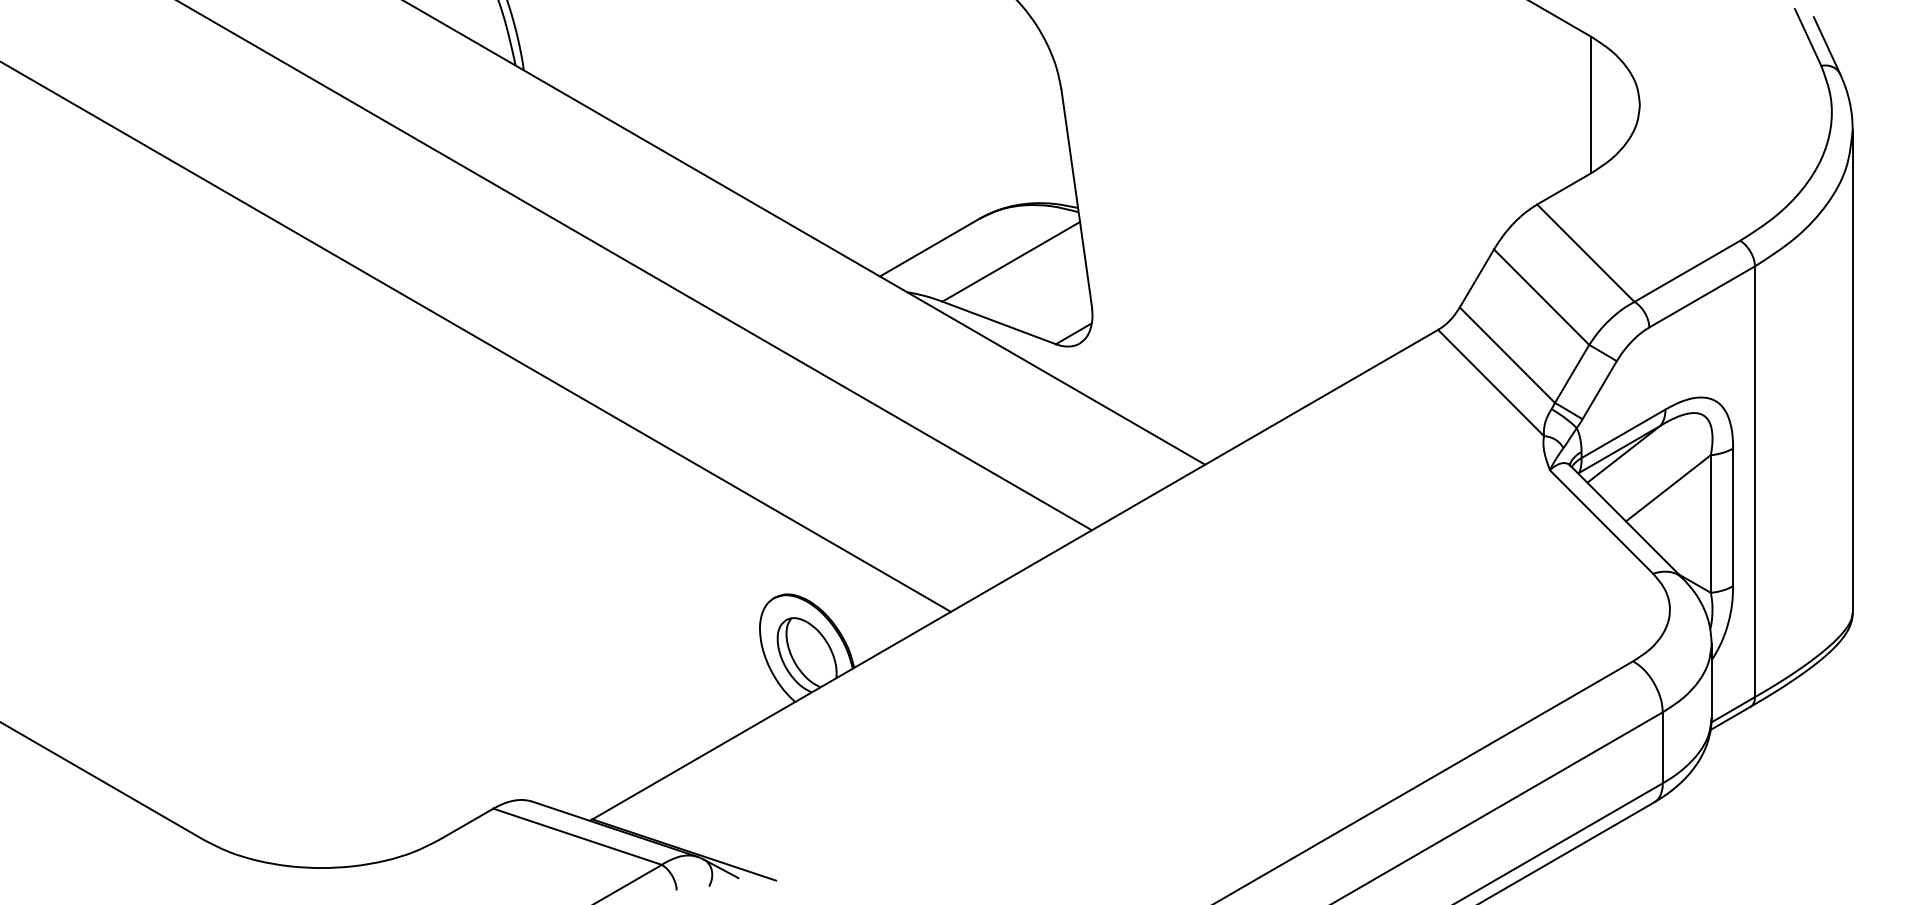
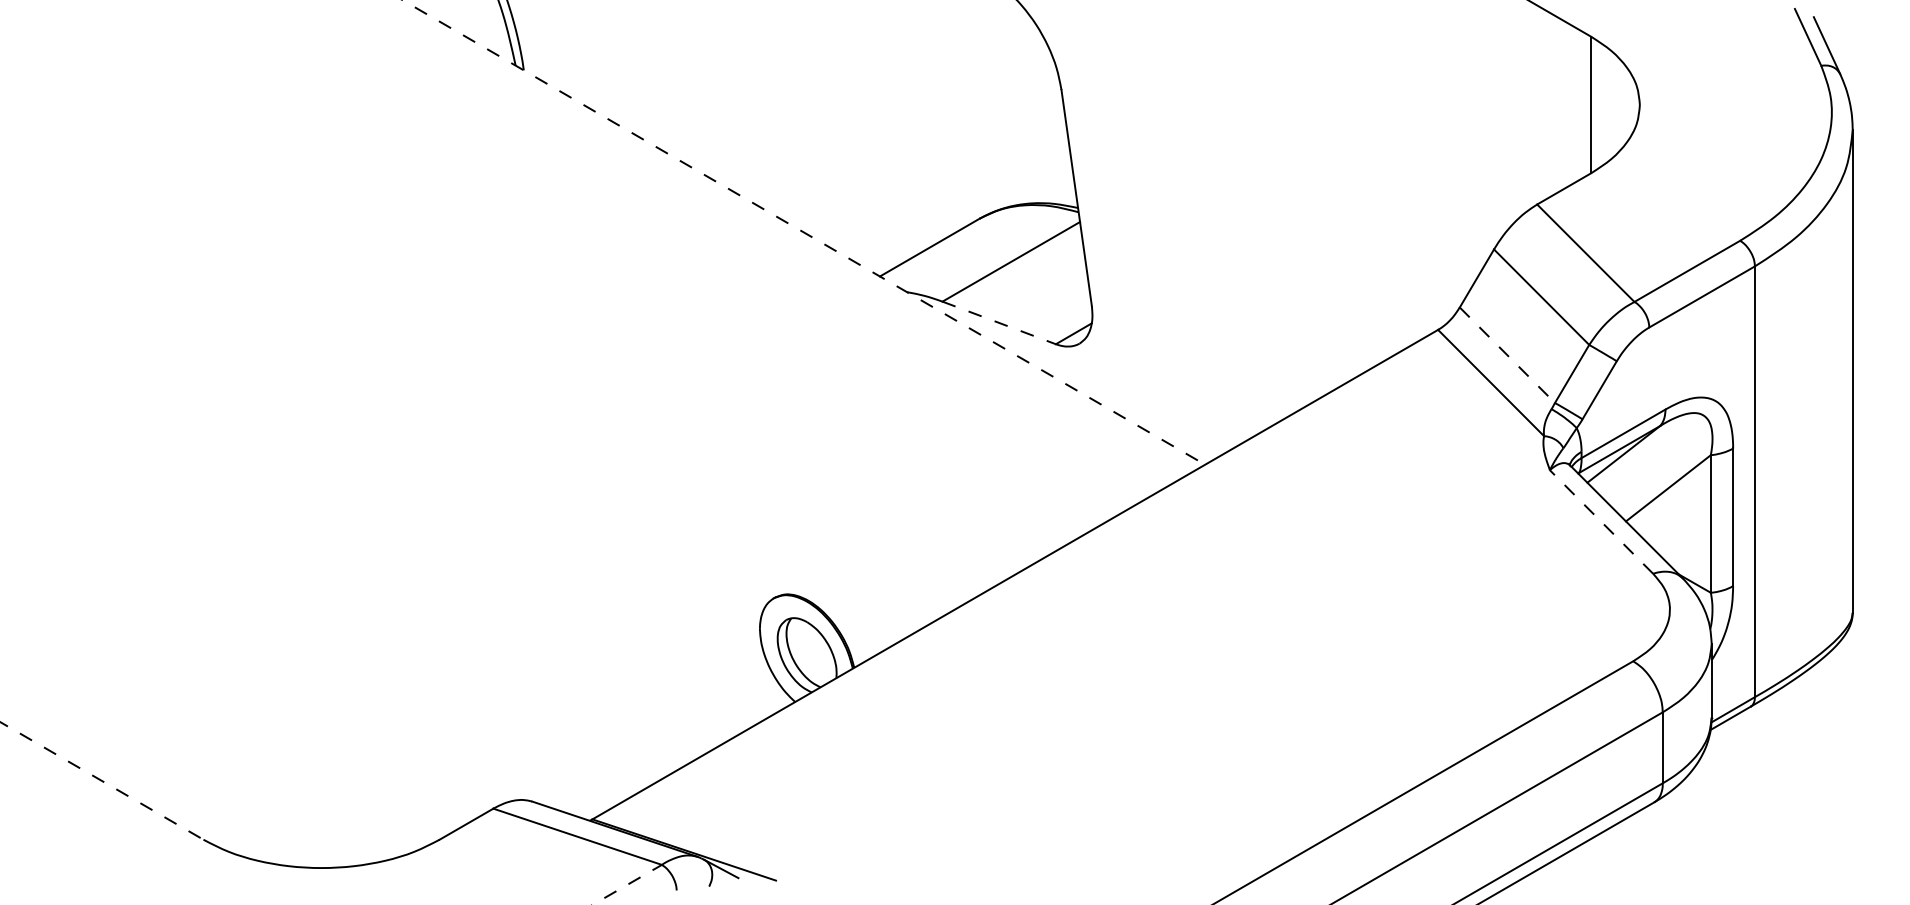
line at (804, 232): solid -> dashed
line at (635, 266): present -> none
line at (999, 322): solid -> dashed
line at (476, 336): present -> none
line at (1507, 355): solid -> dashed
line at (1601, 521): solid -> dashed
line at (102, 781): solid -> dashed
line at (627, 884): solid -> dashed
